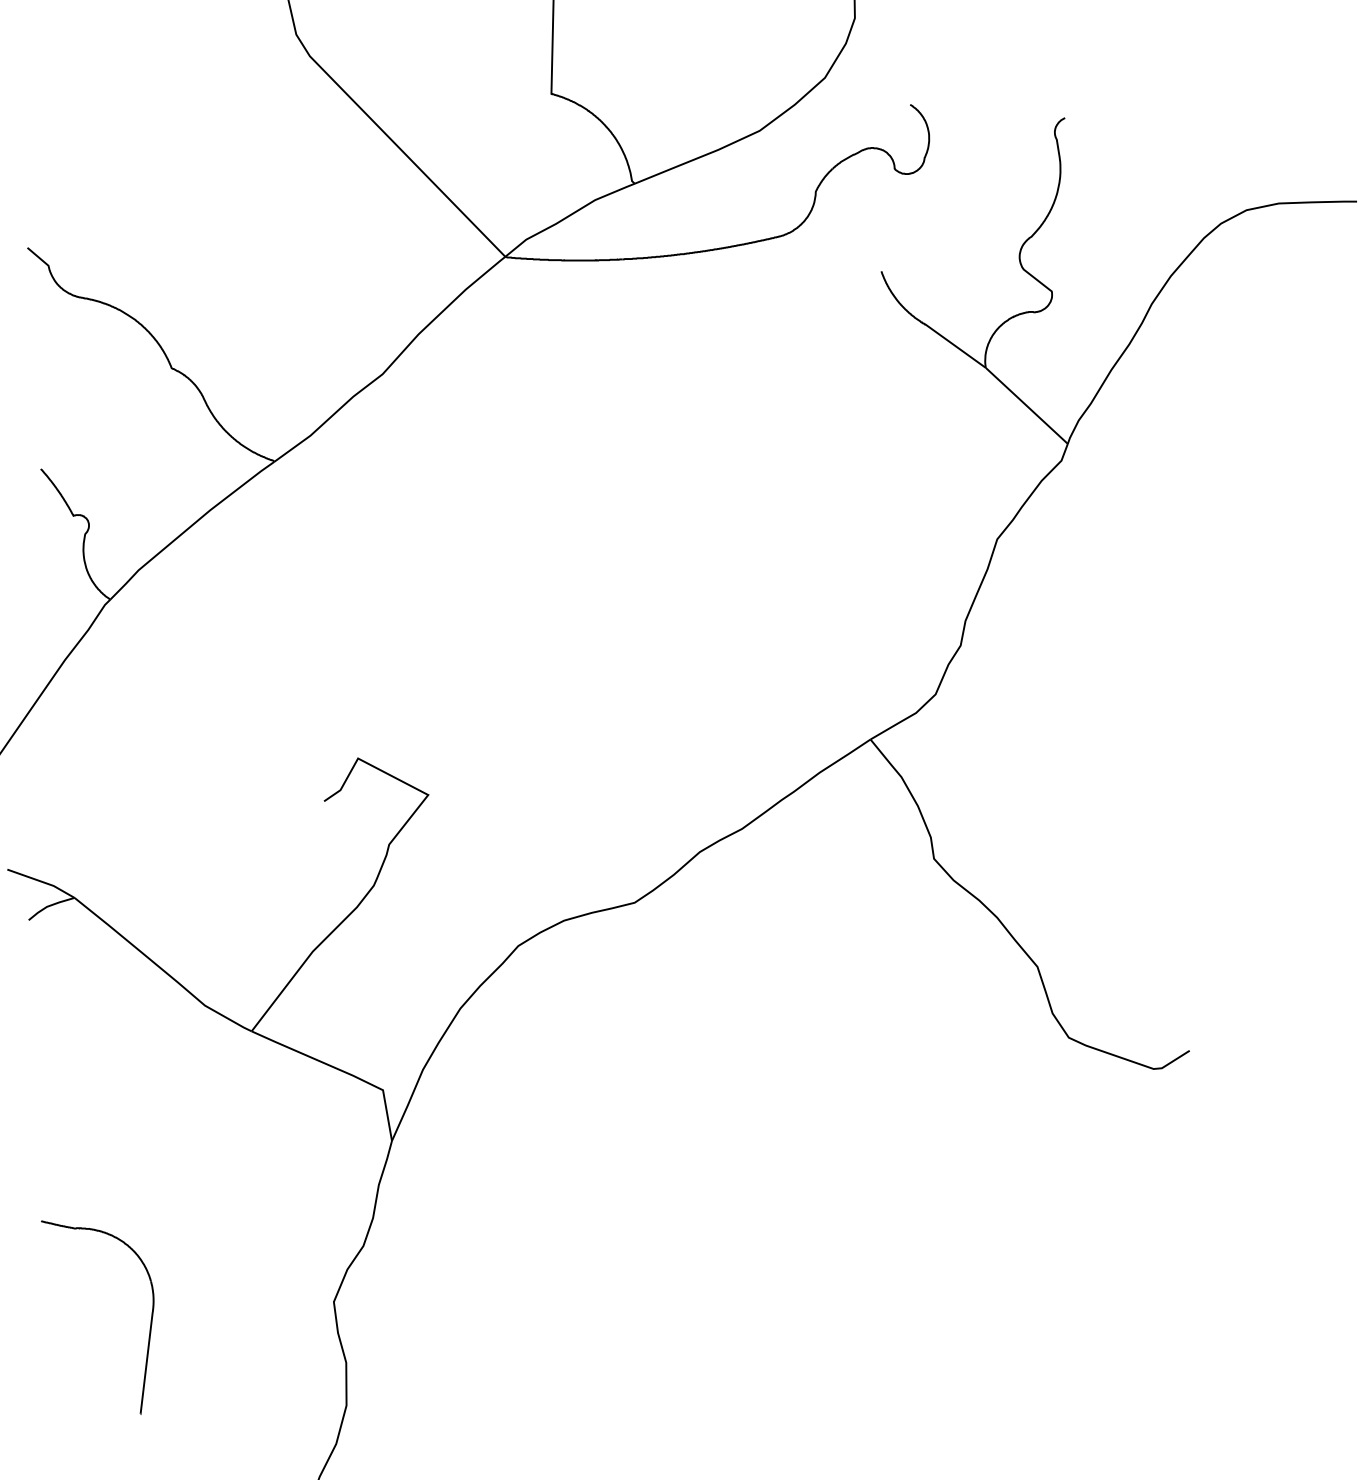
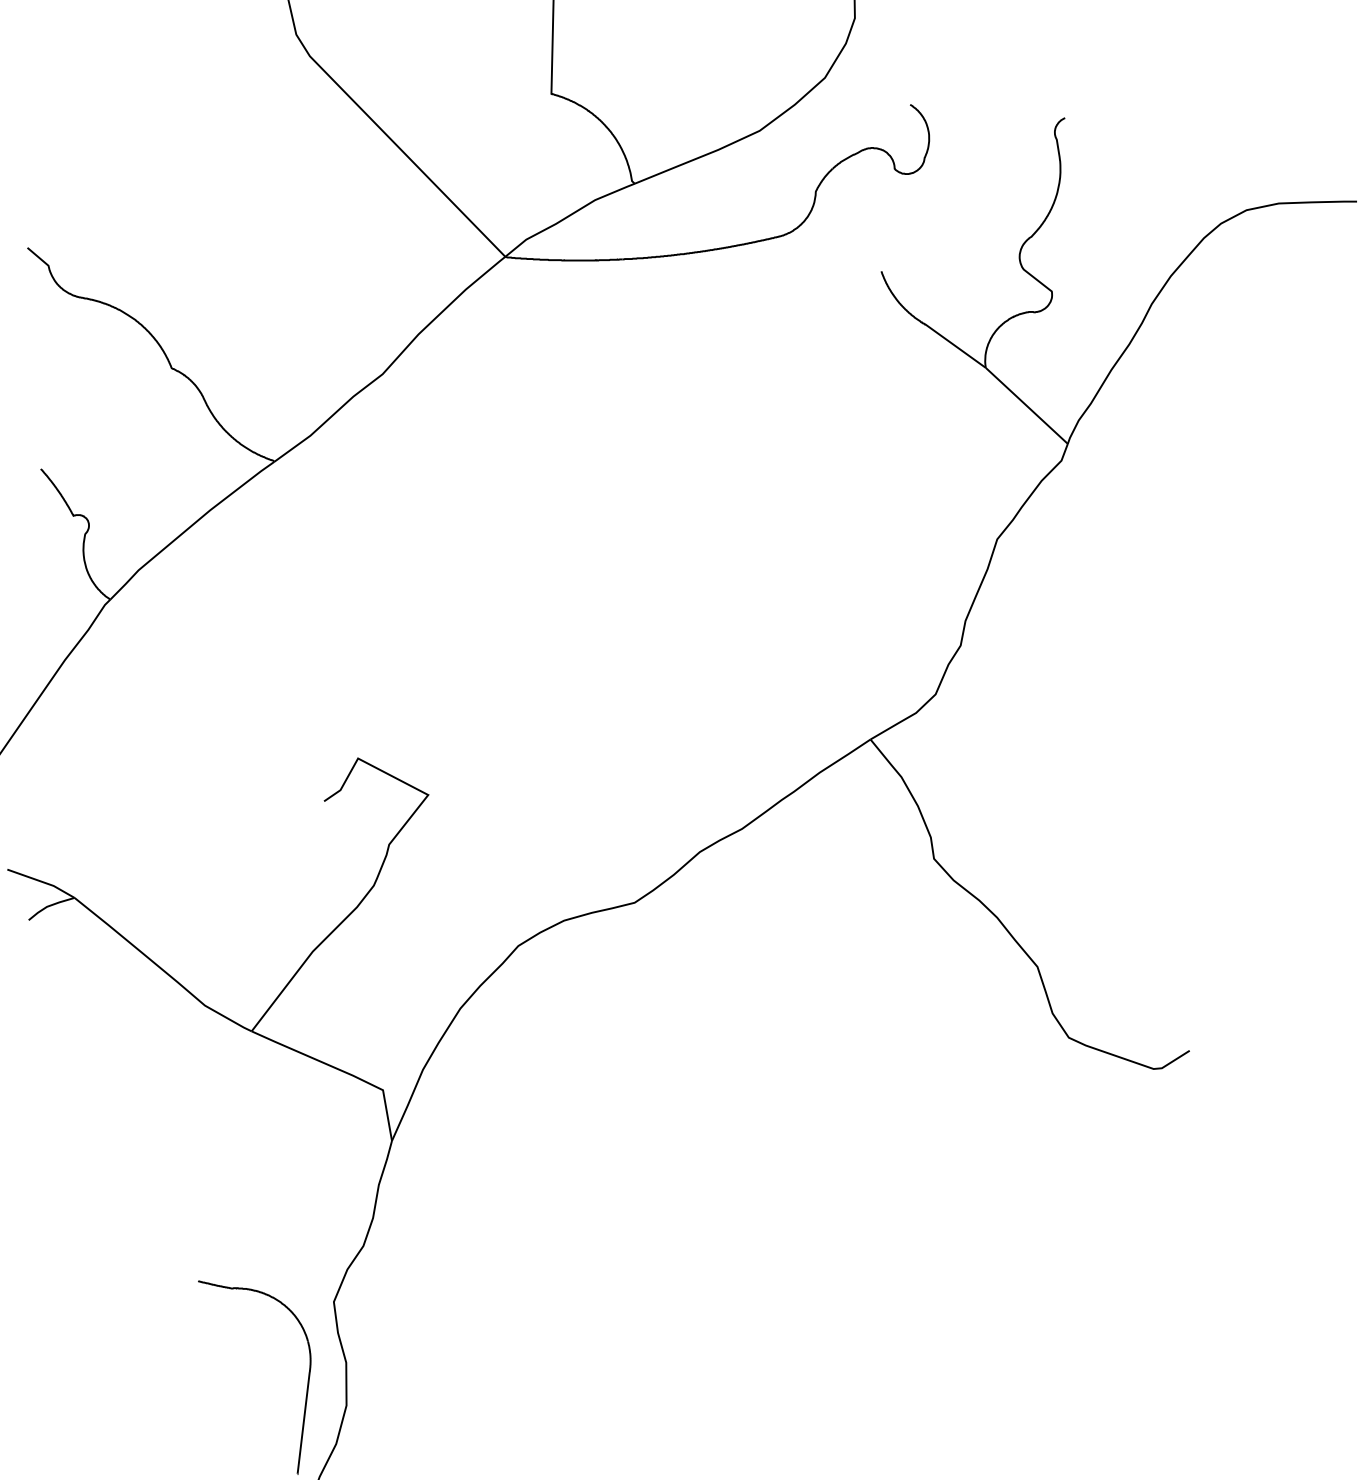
part at (150, 1320) position: (150, 1320) -> (307, 1380)
